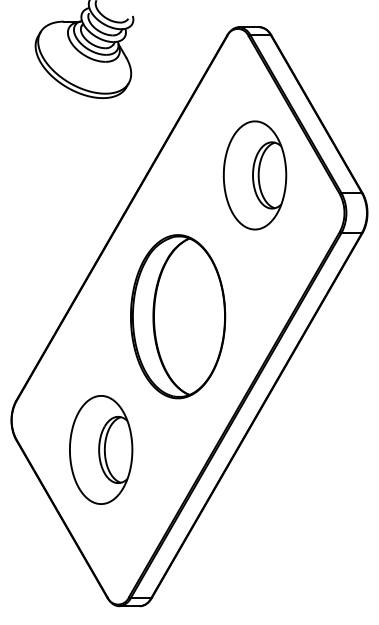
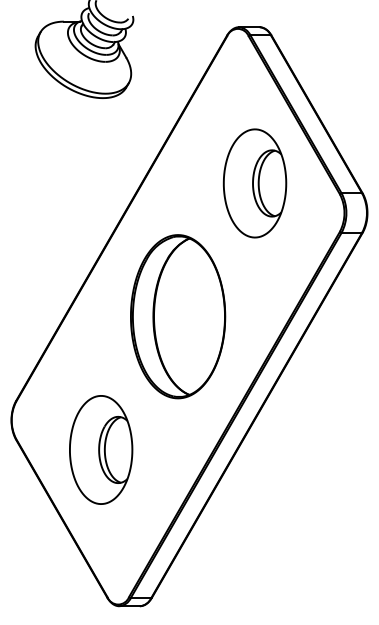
part at (254, 175) position: (254, 175) -> (254, 183)
